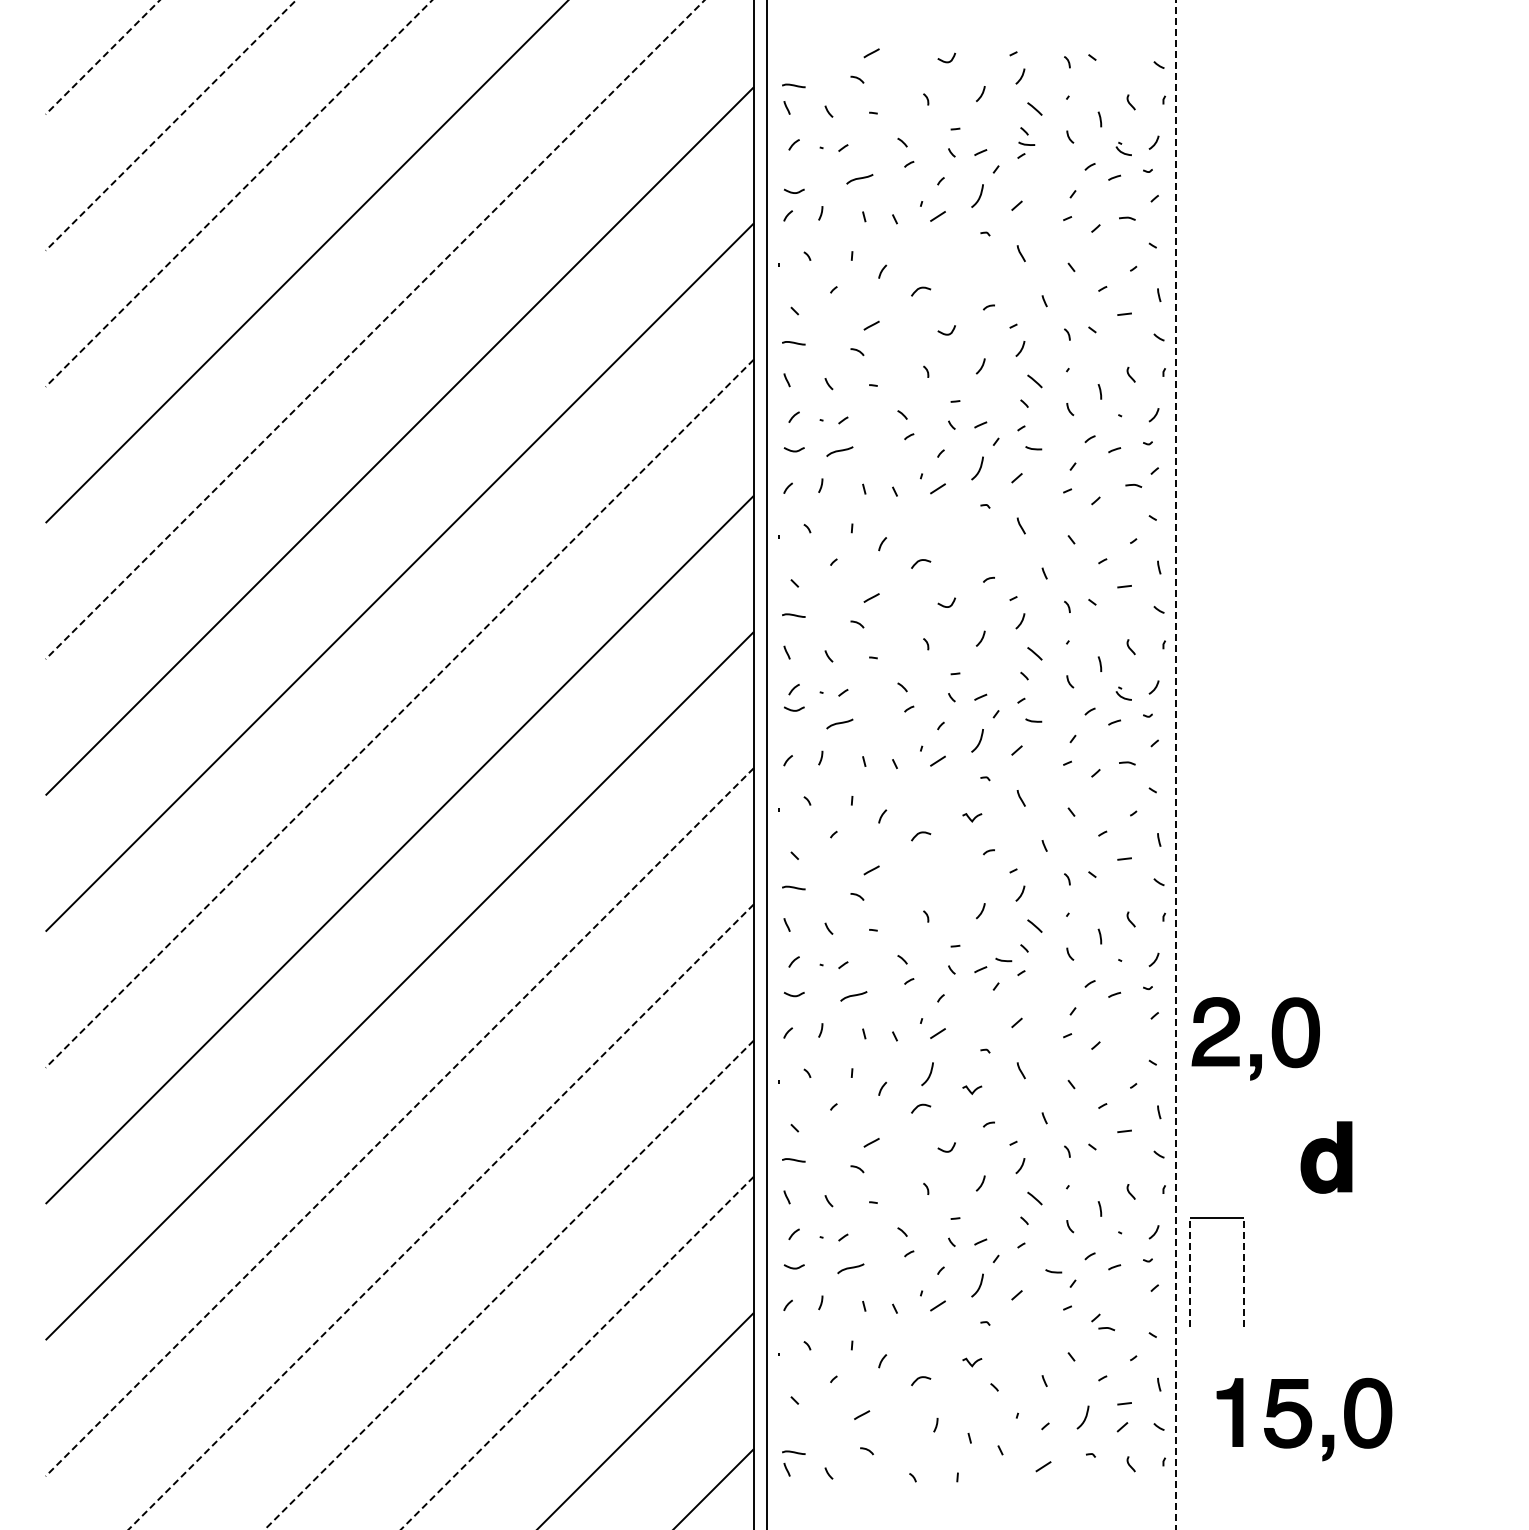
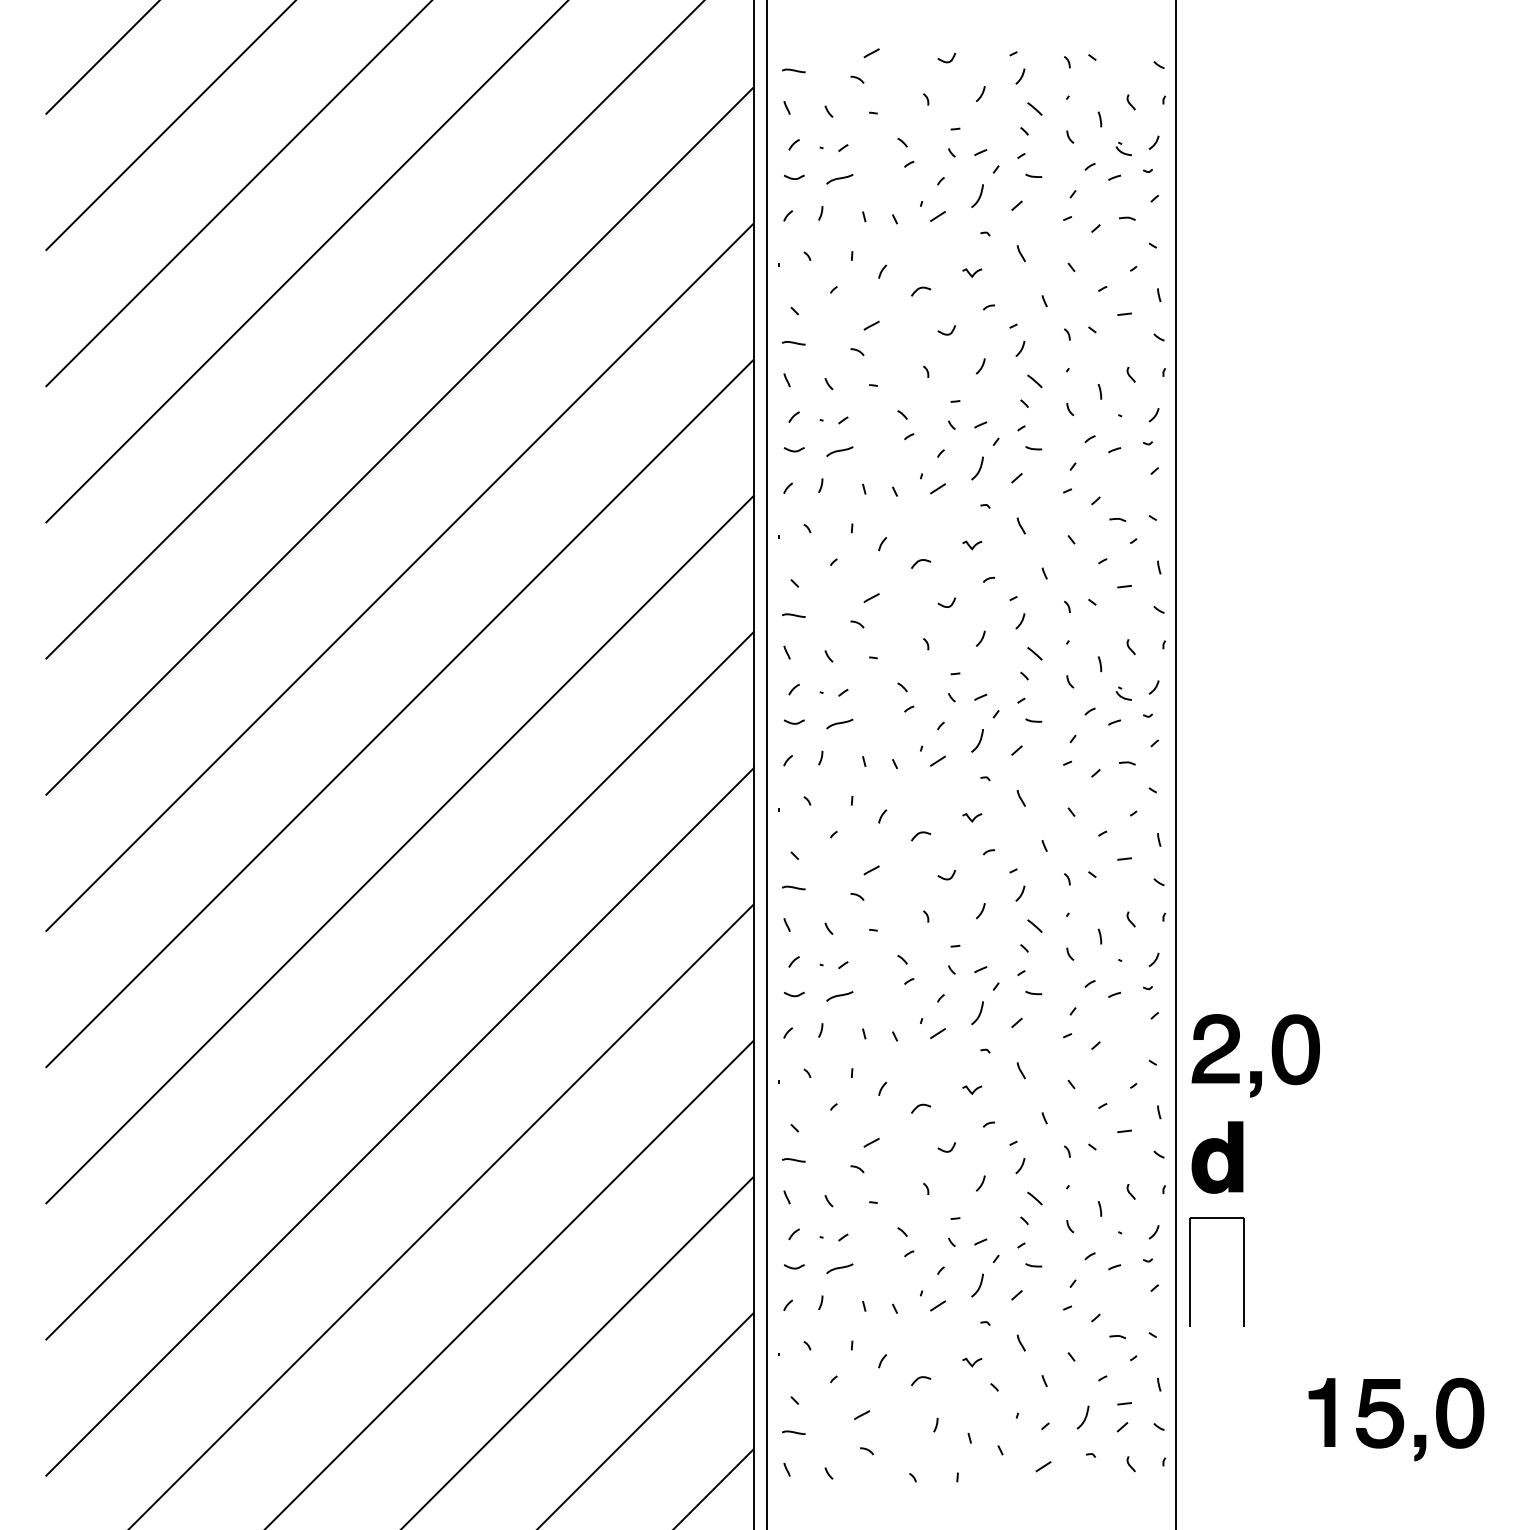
line at (102, 57): dashed -> solid
curve at (793, 85) position: (793, 85) -> (793, 70)
line at (170, 125): dashed -> solid
curve at (1026, 143) position: (1026, 143) -> (1033, 175)
curve at (859, 179) position: (859, 179) -> (839, 179)
curve at (794, 192) position: (794, 192) -> (794, 178)
line at (238, 193): dashed -> solid
curve at (973, 273): none -> present
line at (375, 329): dashed -> solid
line at (1133, 485) position: (1133, 485) -> (1117, 519)
curve at (973, 545): none -> present
curve at (793, 709) position: (793, 709) -> (793, 722)
line at (399, 713): dashed -> solid
line at (1176, 764): dashed -> solid
curve at (946, 878): none -> present
curve at (1002, 959) position: (1002, 959) -> (1032, 992)
curve at (853, 996) position: (853, 996) -> (839, 996)
part at (1255, 1054) position: (1255, 1054) -> (1255, 1071)
curve at (928, 1075) position: (928, 1075) -> (978, 1014)
line at (399, 1122): dashed -> solid
part at (1326, 1157) position: (1326, 1157) -> (1217, 1157)
line at (440, 1217): dashed -> solid
curve at (850, 1268) position: (850, 1268) -> (839, 1268)
line at (1053, 1271) position: (1053, 1271) -> (1033, 1265)
line at (1189, 1271): dashed -> solid
line at (1244, 1271): dashed -> solid
line at (509, 1285): dashed -> solid
curve at (1106, 1328) position: (1106, 1328) -> (1117, 1336)
line at (1020, 1342): none -> present
line at (577, 1353): dashed -> solid
part at (1304, 1419) position: (1304, 1419) -> (1396, 1419)
curve at (793, 1452) position: (793, 1452) -> (793, 1432)
